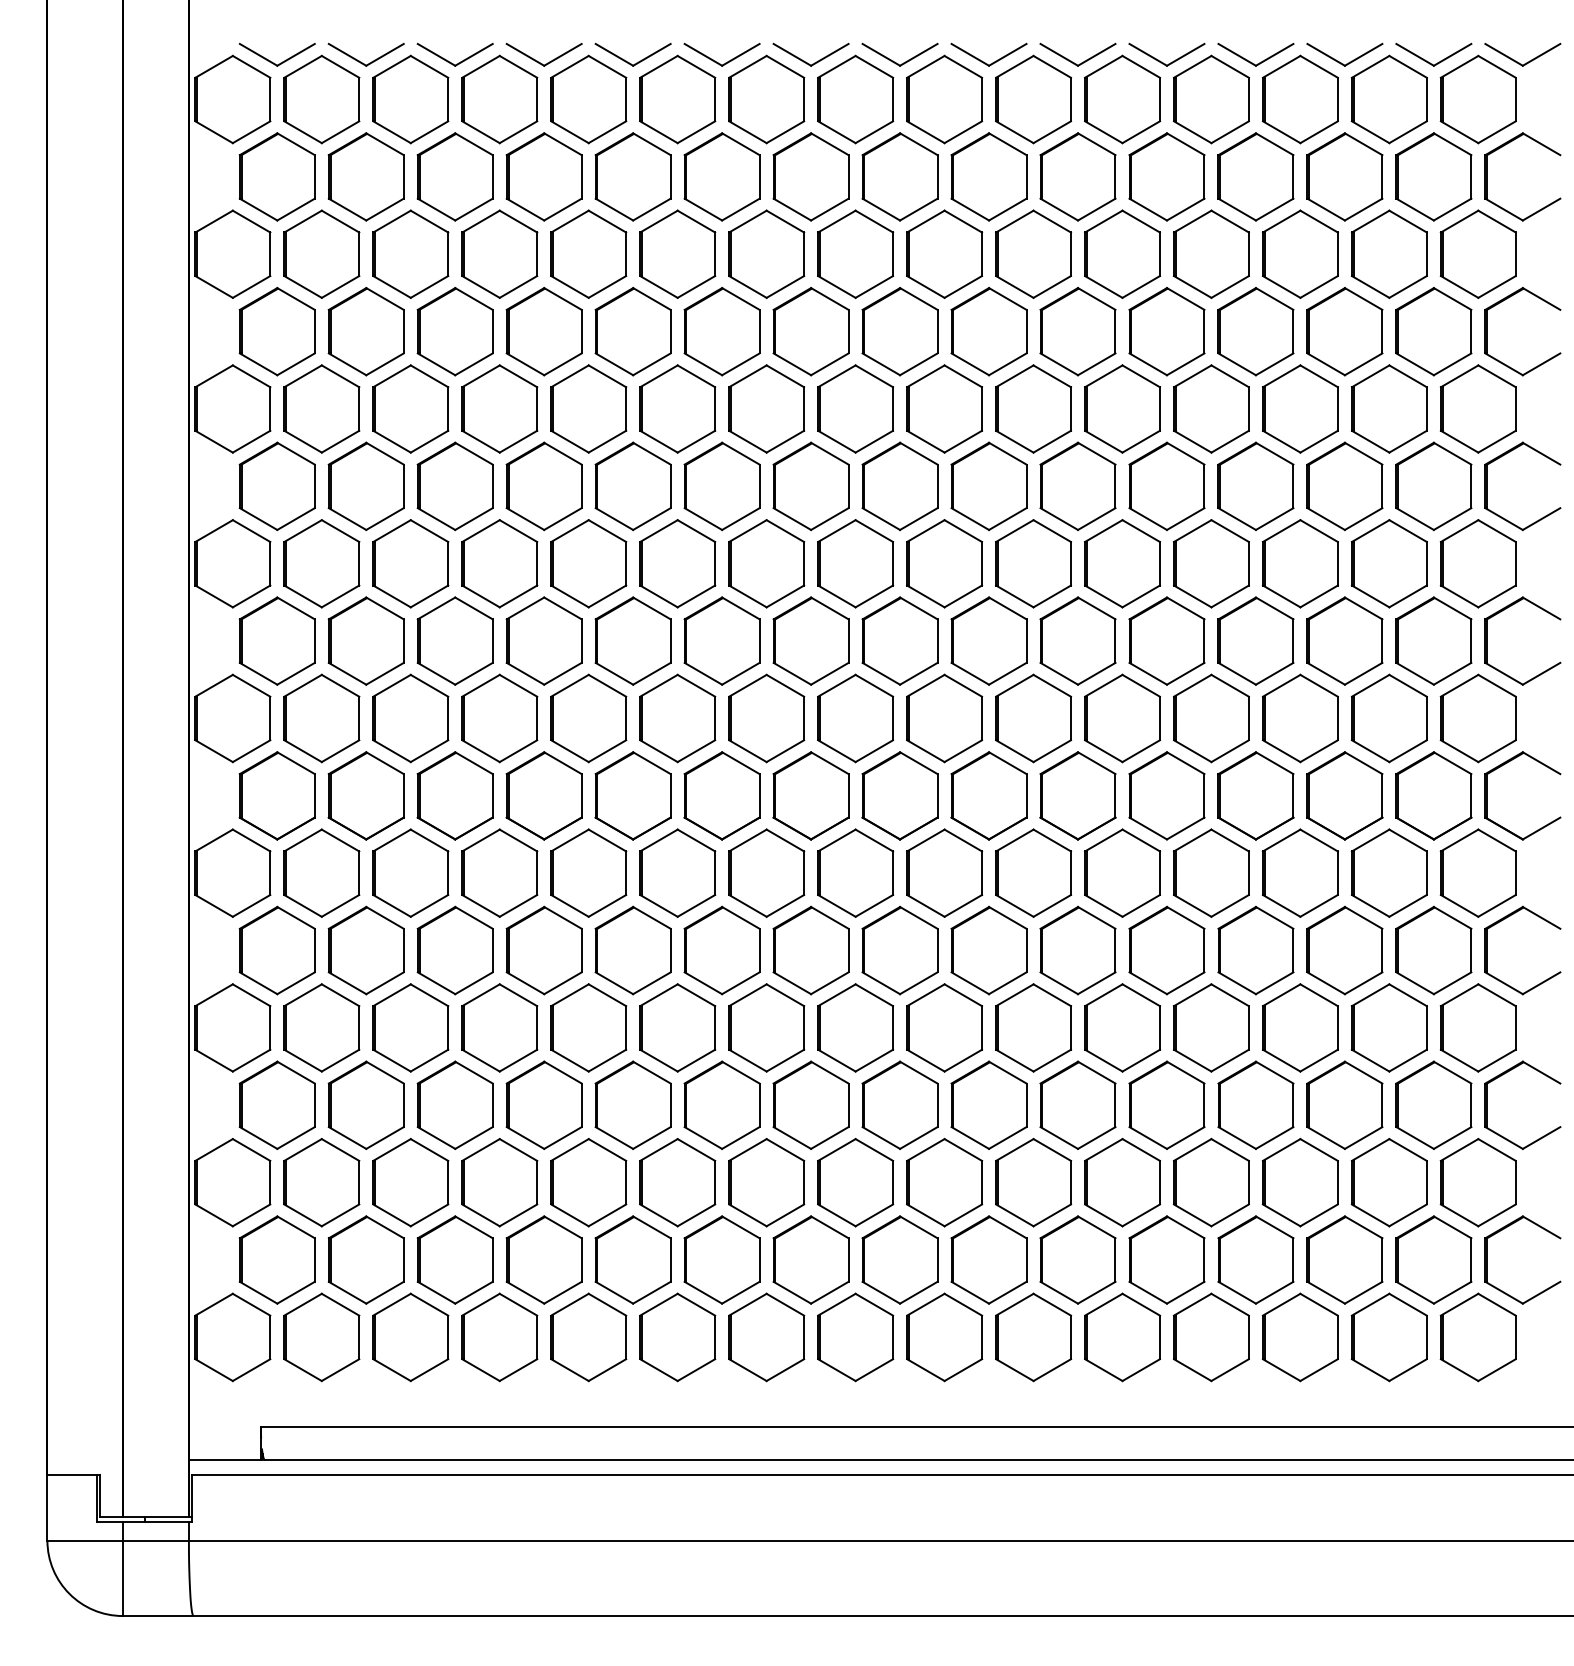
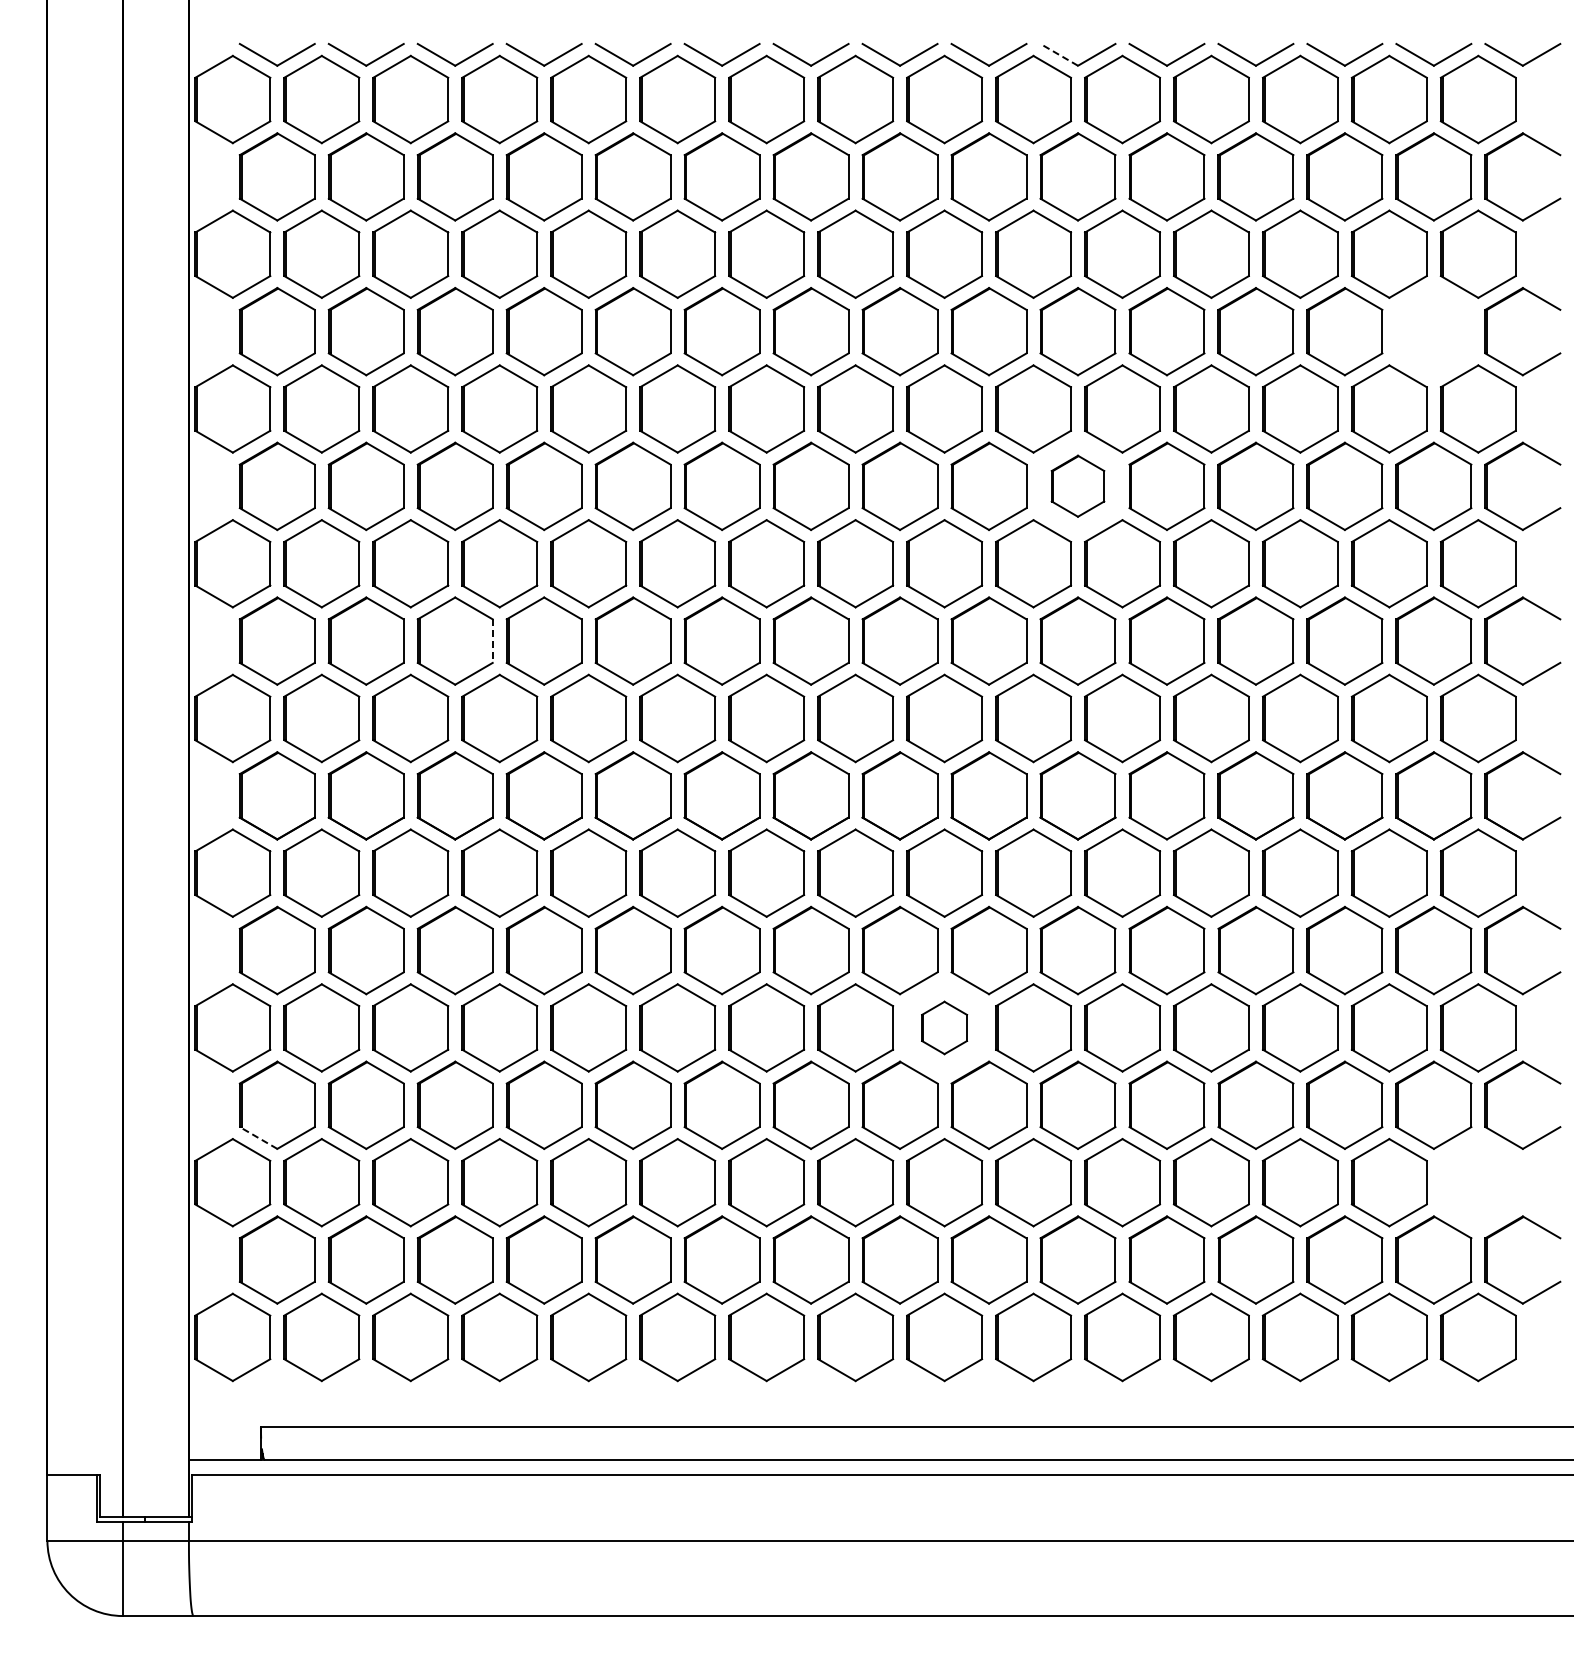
line at (1059, 54): solid -> dashed
part at (1433, 331): present -> none
part at (1077, 485) size: 78x90 px -> 56x64 px
line at (492, 641): solid -> dashed
part at (944, 1027) size: 77x90 px -> 48x56 px
line at (258, 1138): solid -> dashed
part at (1477, 1182): present -> none
